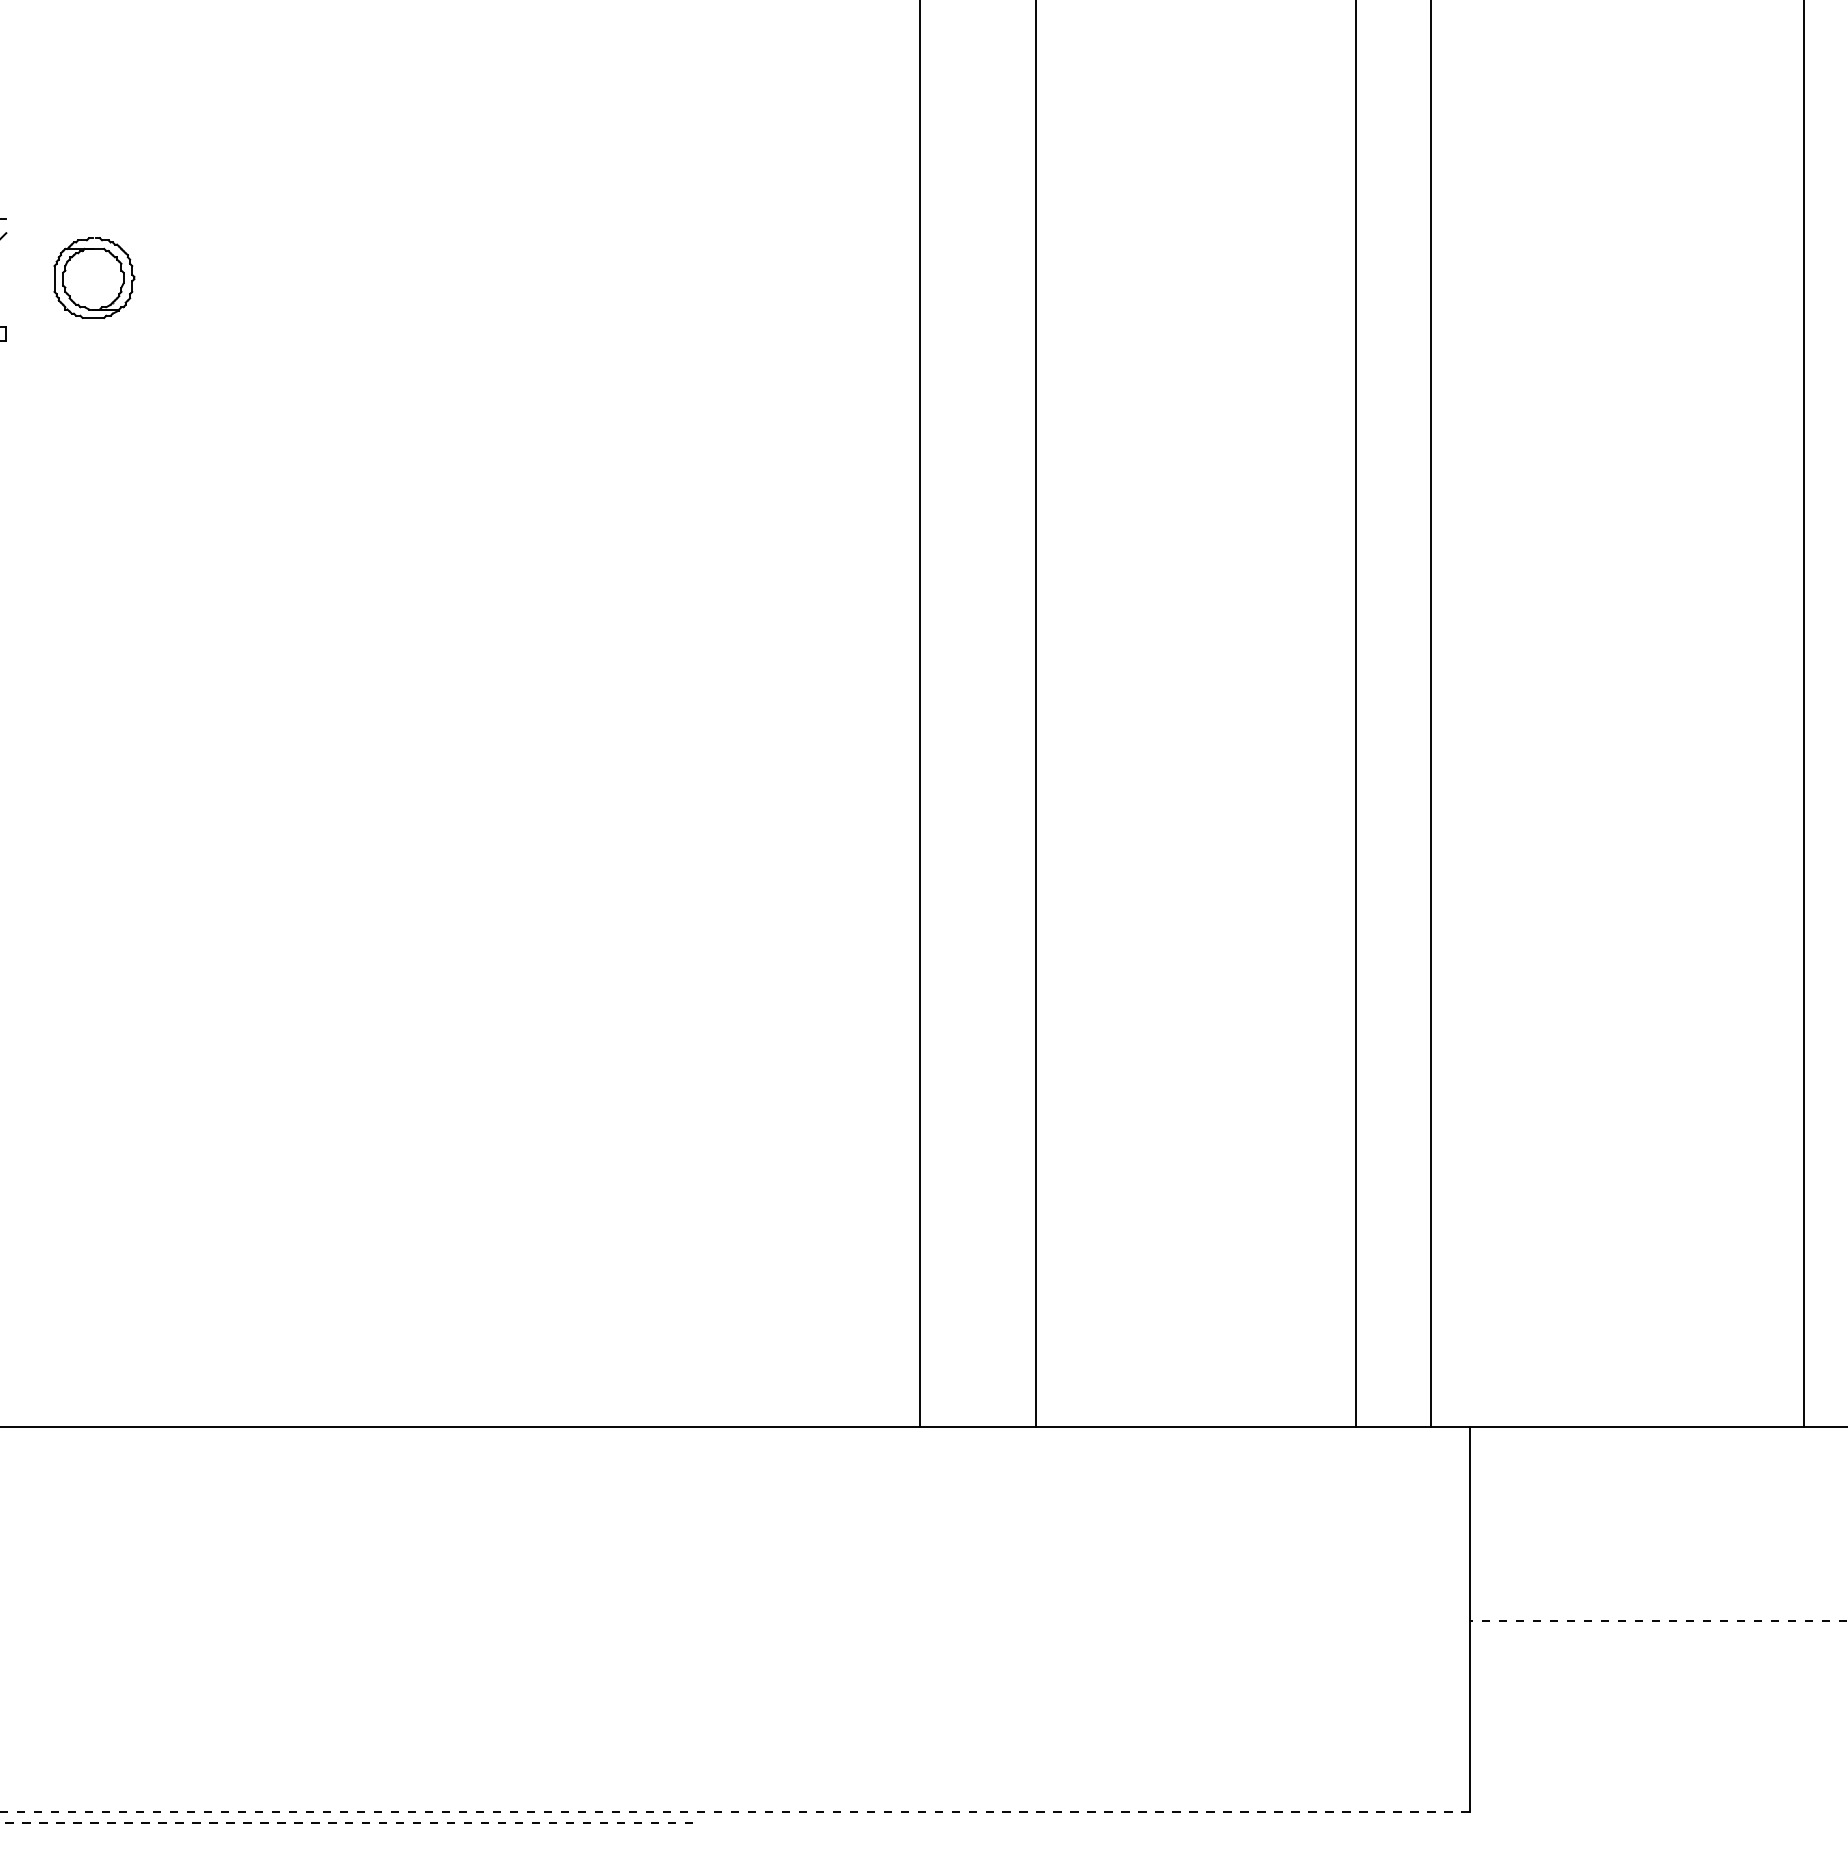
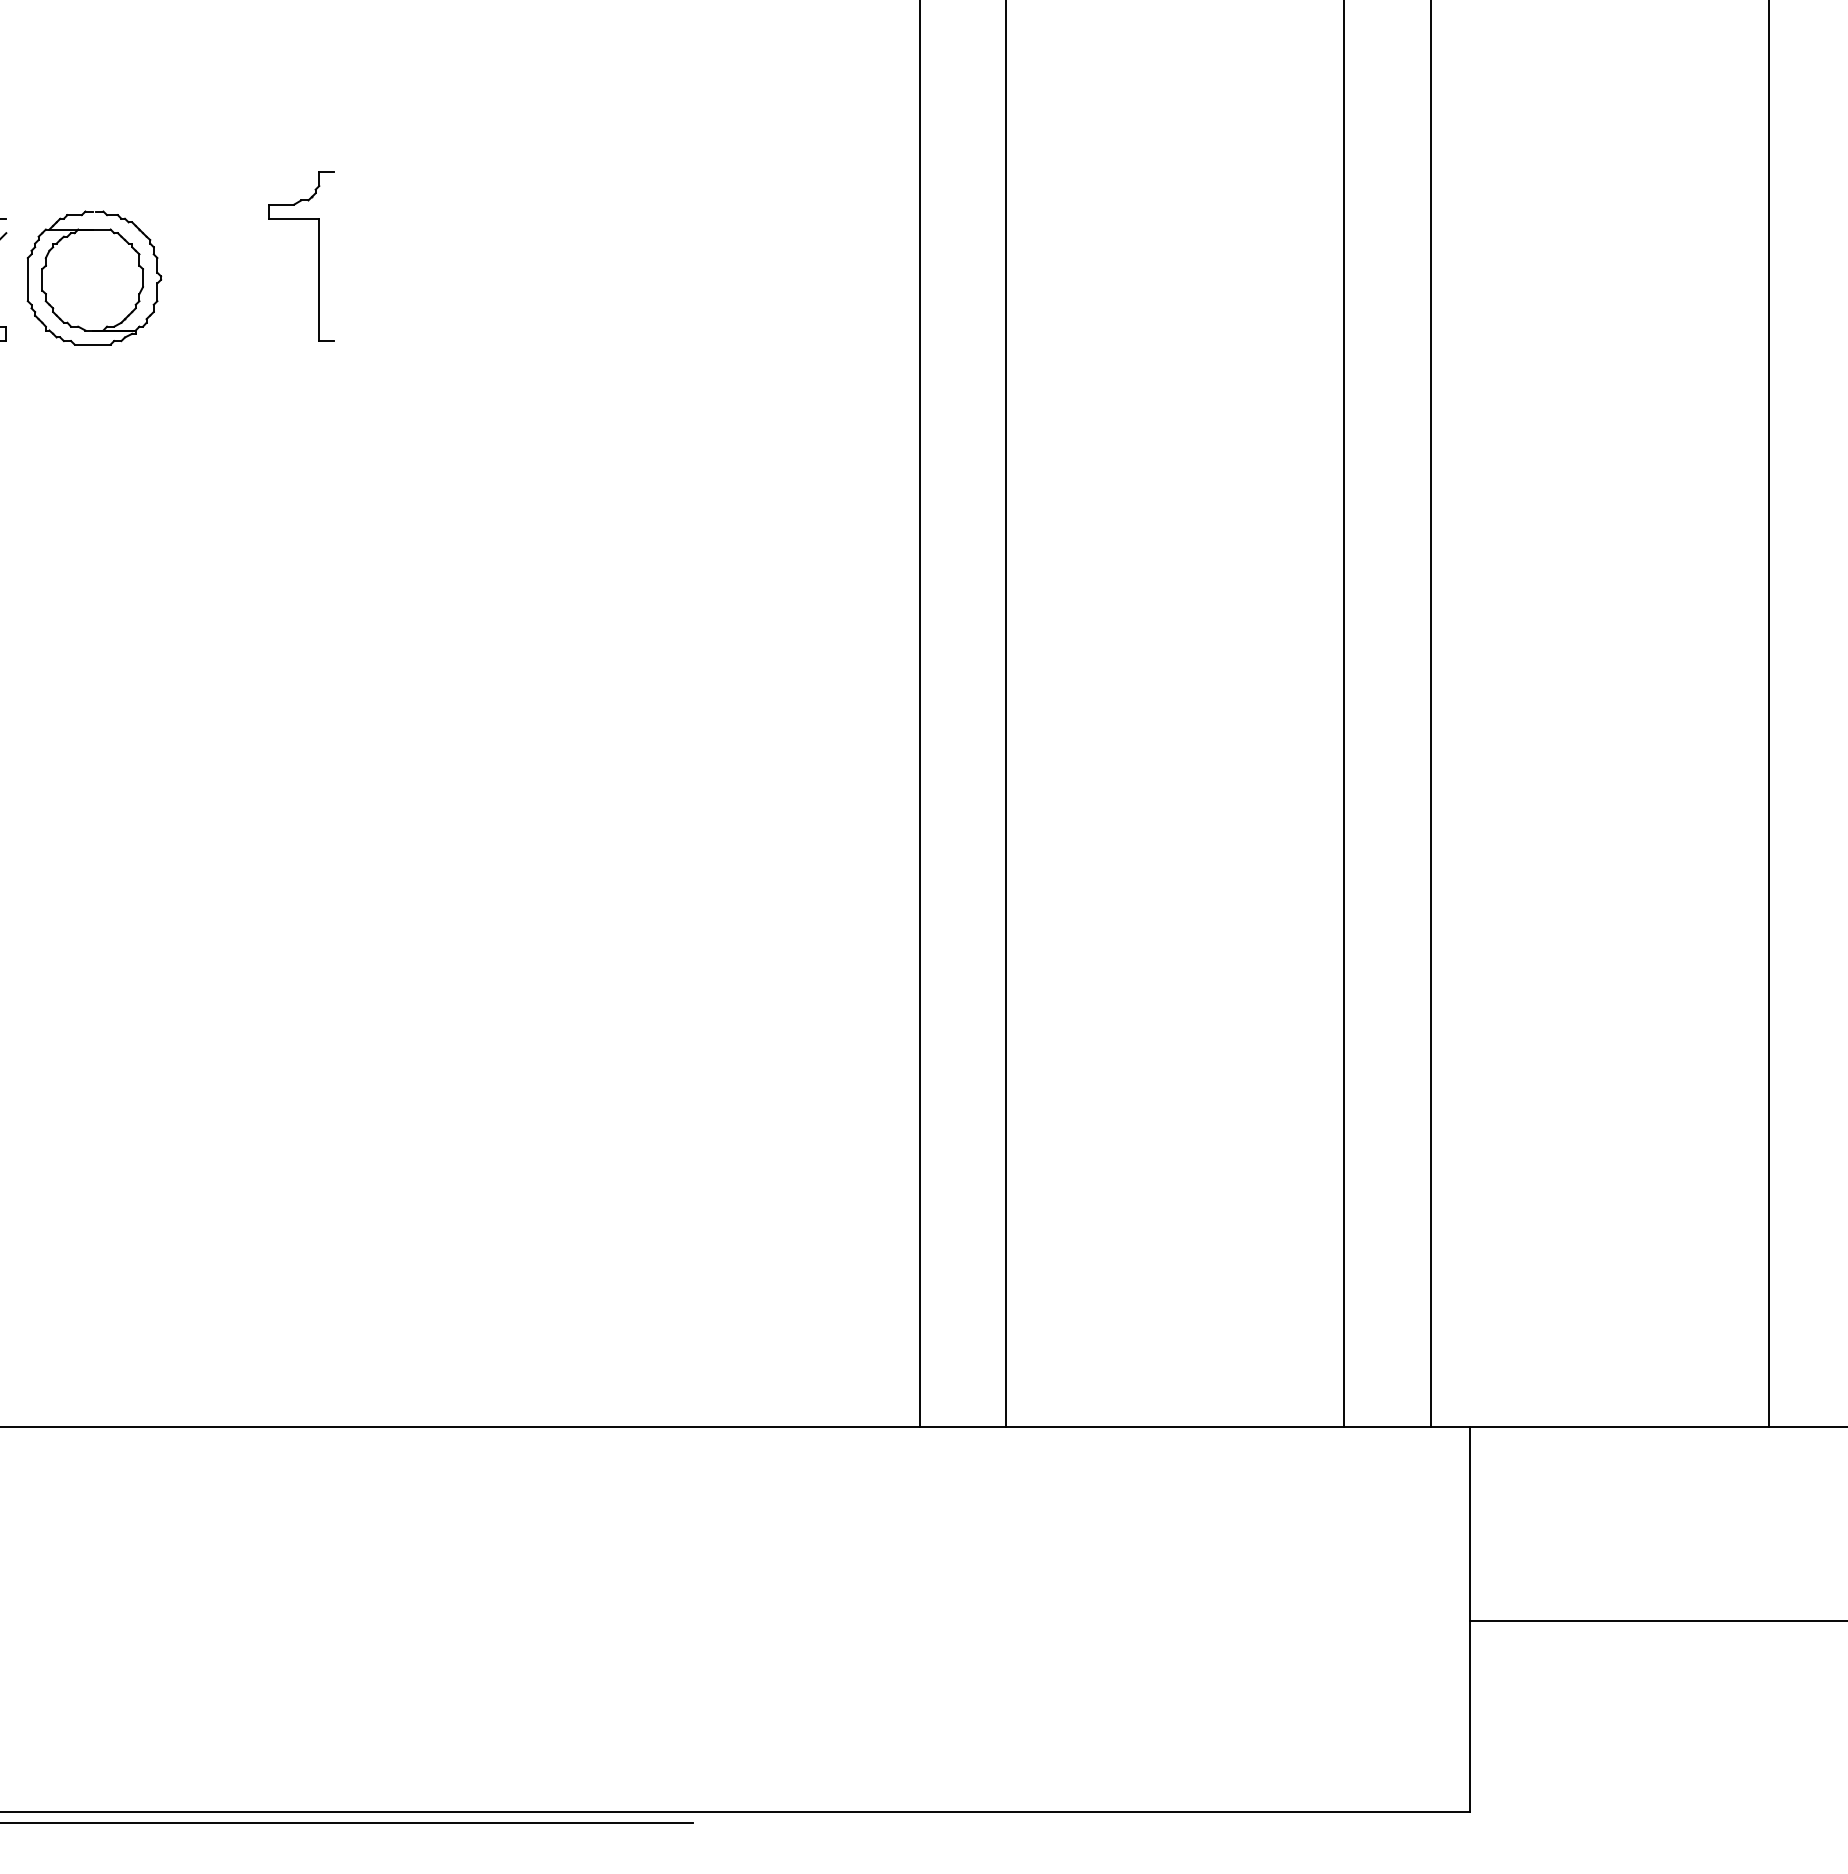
part at (318, 256): none -> present
part at (94, 277) size: 83x82 px -> 137x136 px
line at (1036, 714) position: (1036, 714) -> (1006, 714)
line at (1356, 714) position: (1356, 714) -> (1344, 714)
line at (1803, 714) position: (1803, 714) -> (1768, 714)
line at (1658, 1621): dashed -> solid
line at (735, 1811): dashed -> solid
line at (346, 1823): dashed -> solid
